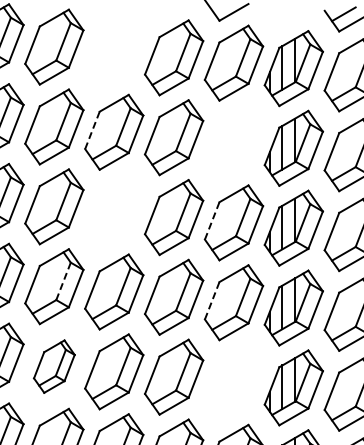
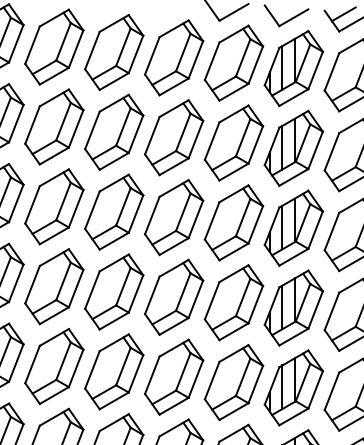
part at (286, 15): none -> present
part at (114, 52): none -> present
line at (92, 129): dashed -> solid
part at (233, 142): none -> present
part at (114, 211): none -> present
line at (212, 220): dashed -> solid
line at (63, 280): dashed -> solid
line at (212, 300): dashed -> solid
part at (53, 366) size: 44x55 px -> 61x78 px
part at (233, 382): none -> present
